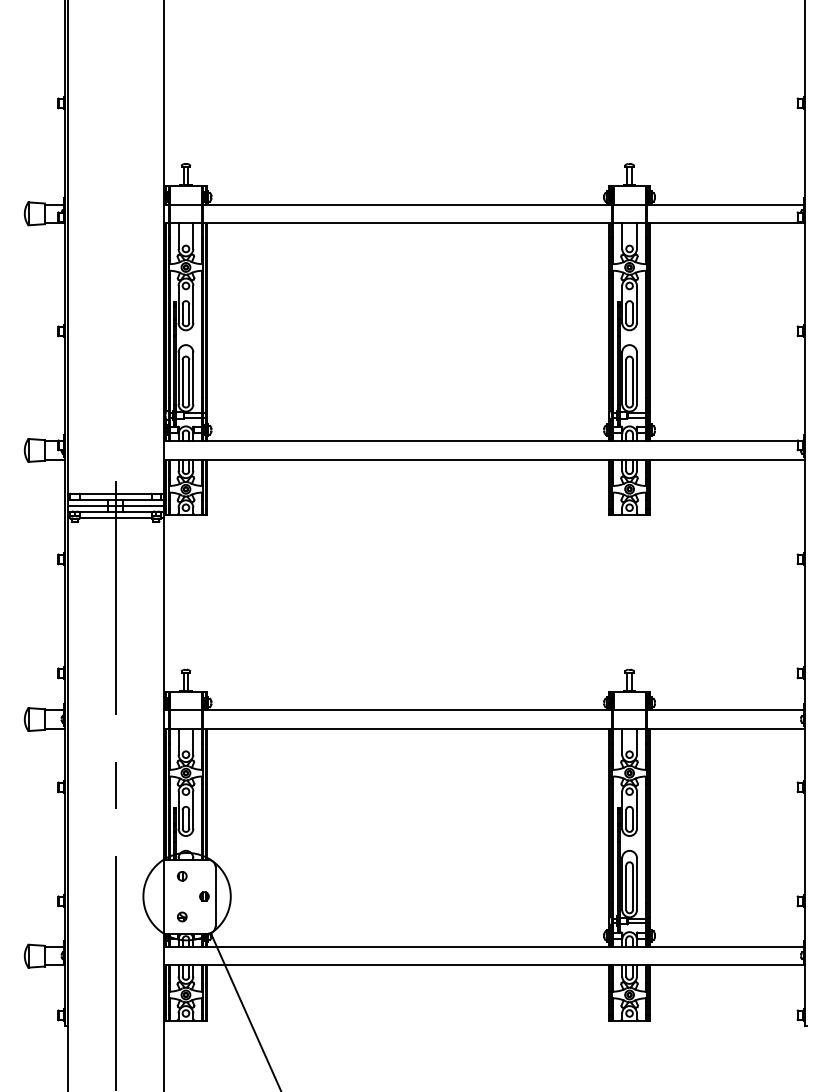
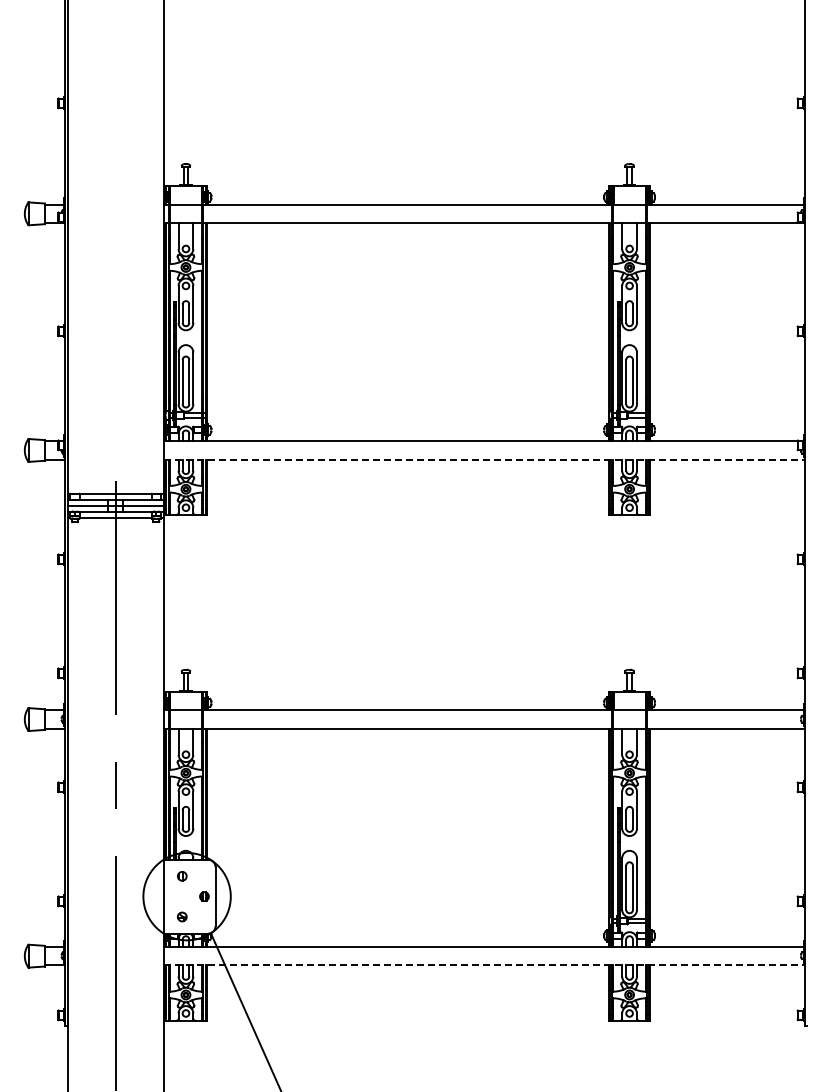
line at (484, 459): solid -> dashed
line at (484, 965): solid -> dashed
